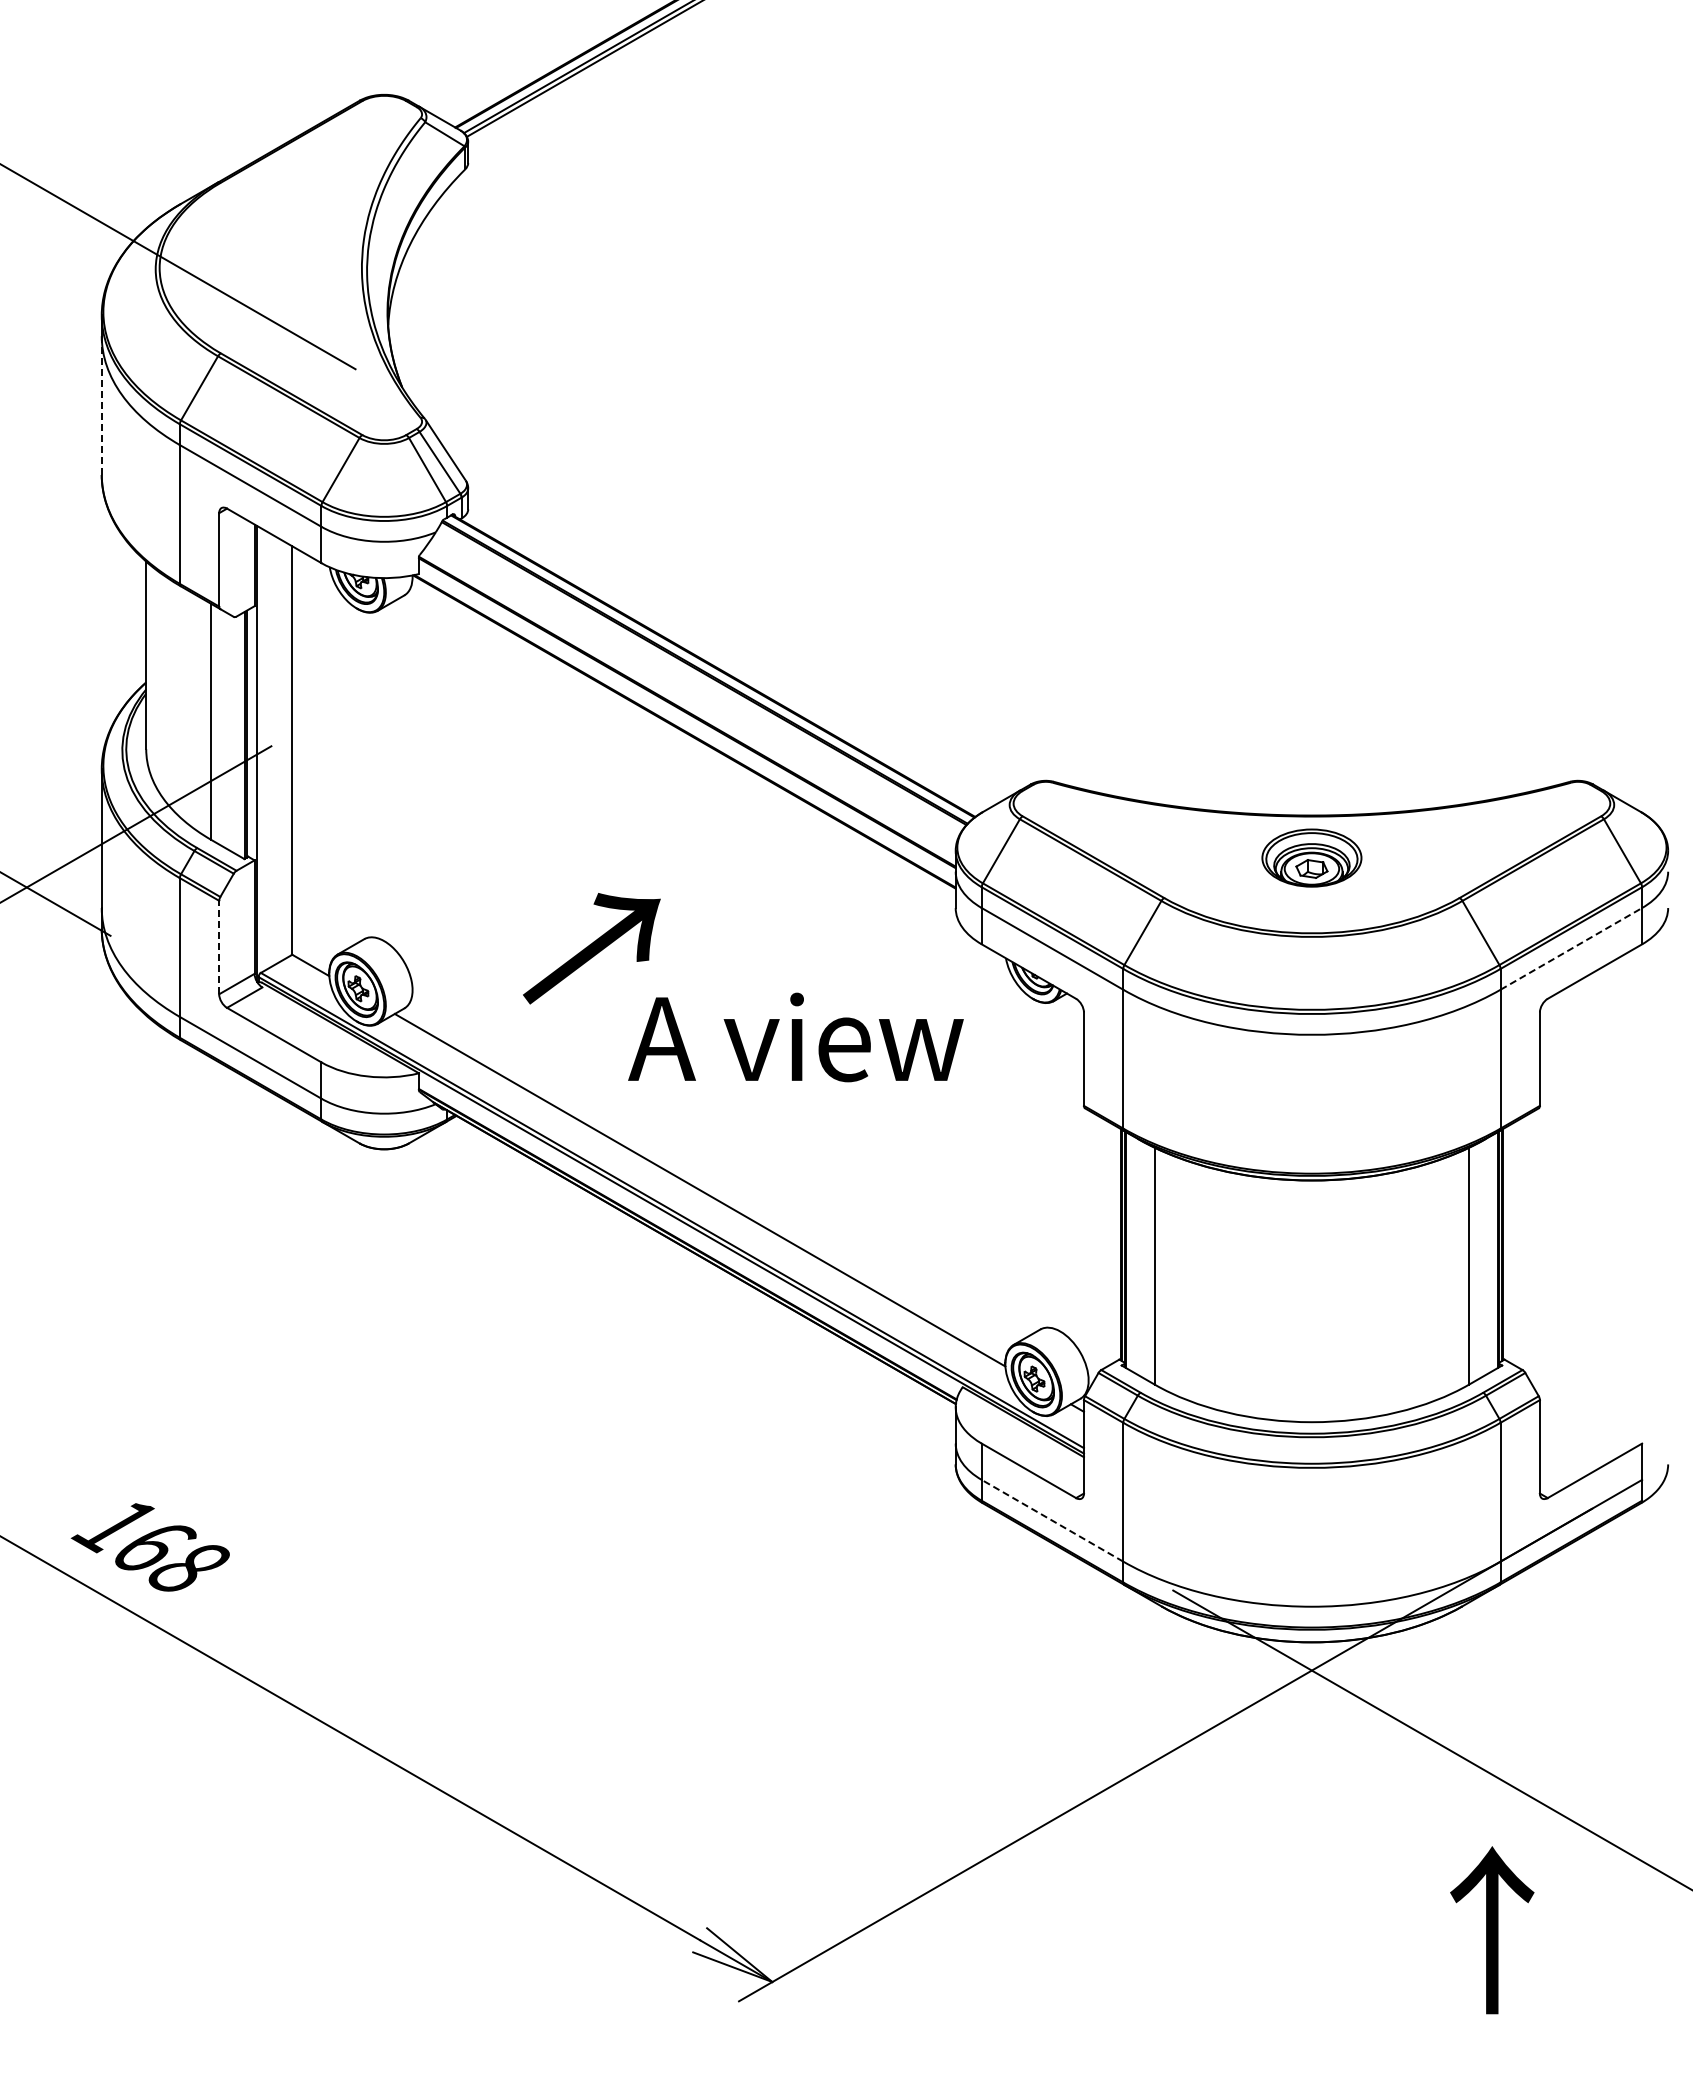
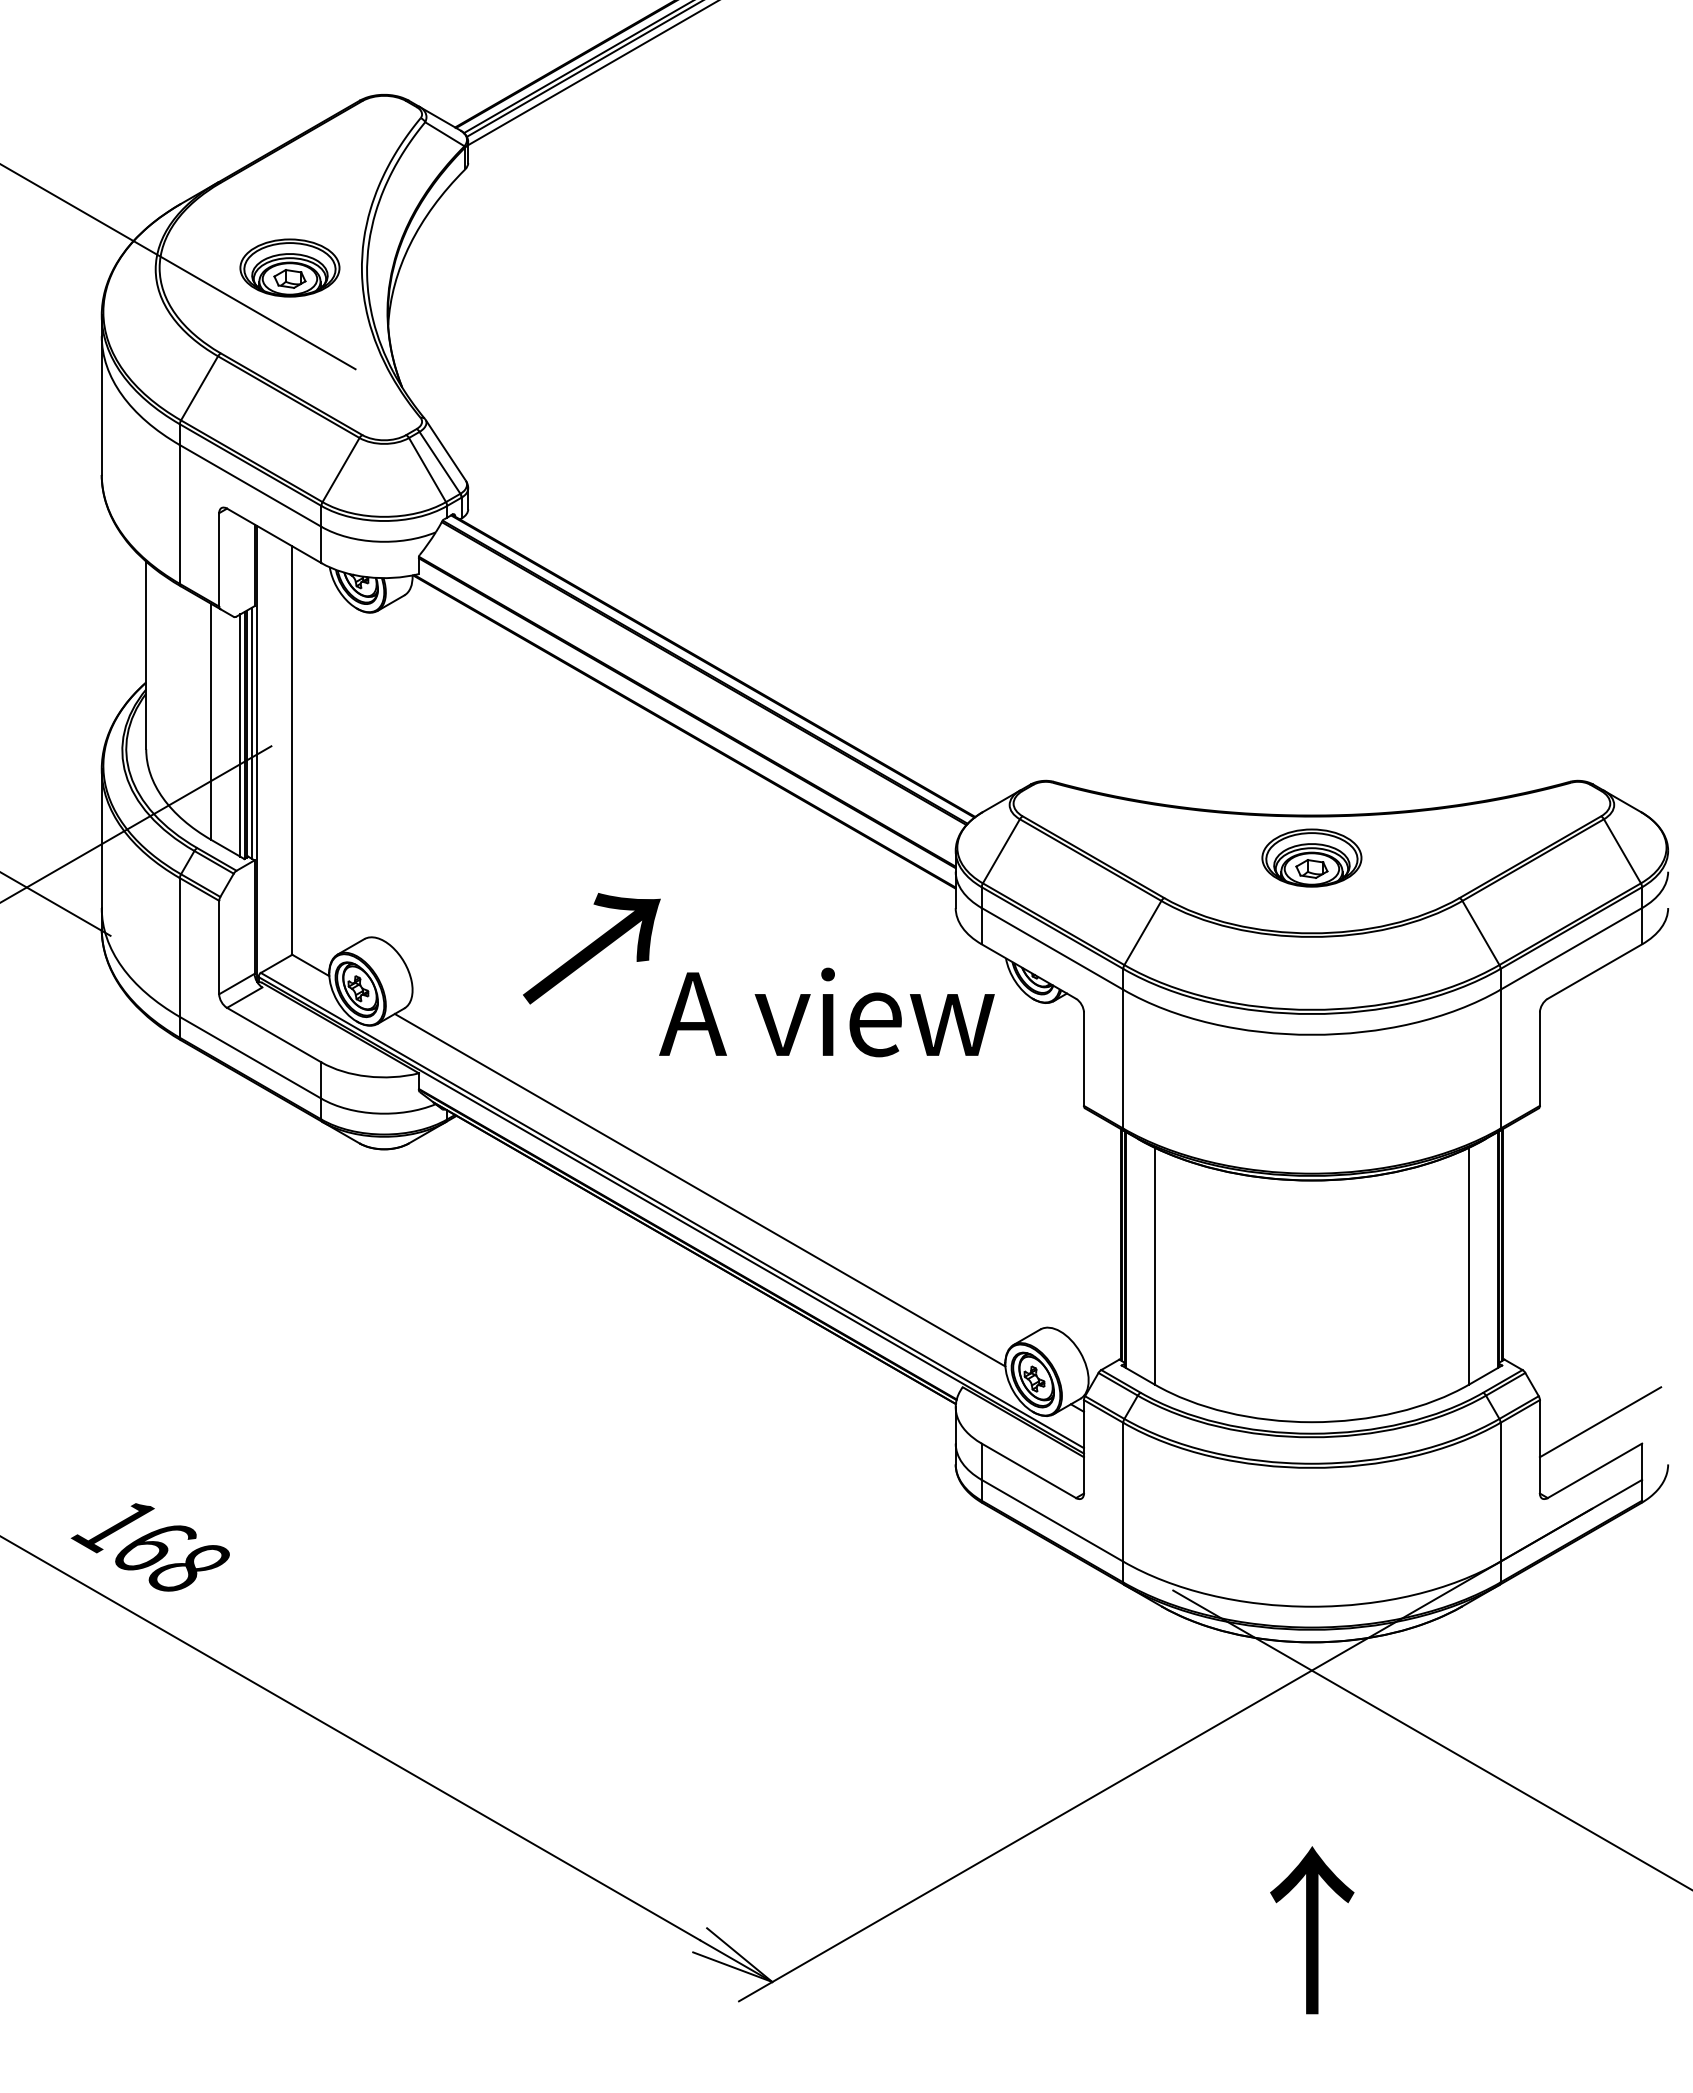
line at (591, 73): none -> present
part at (289, 267): none -> present
line at (101, 405): dashed -> solid
line at (252, 733): none -> present
line at (240, 735): none -> present
line at (219, 947): dashed -> solid
line at (1571, 948): dashed -> solid
text at (795, 1037) position: (795, 1037) -> (826, 1012)
line at (1600, 1422): none -> present
line at (1052, 1520): dashed -> solid
text at (1492, 1930) position: (1492, 1930) -> (1312, 1930)
